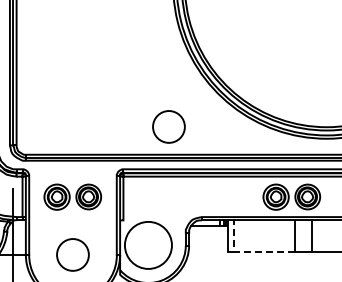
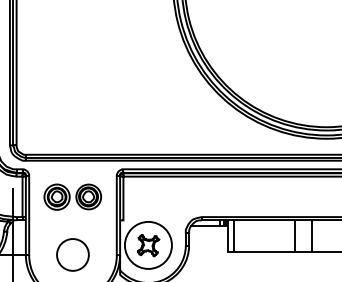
circle at (168, 126): present -> none
part at (291, 196): present -> none
part at (148, 245): none -> present
line at (247, 251): dashed -> solid
